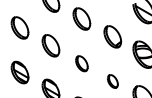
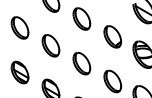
part at (81, 63) size: 14x18 px -> 20x24 px
part at (112, 81) size: 12x15 px -> 20x25 px
